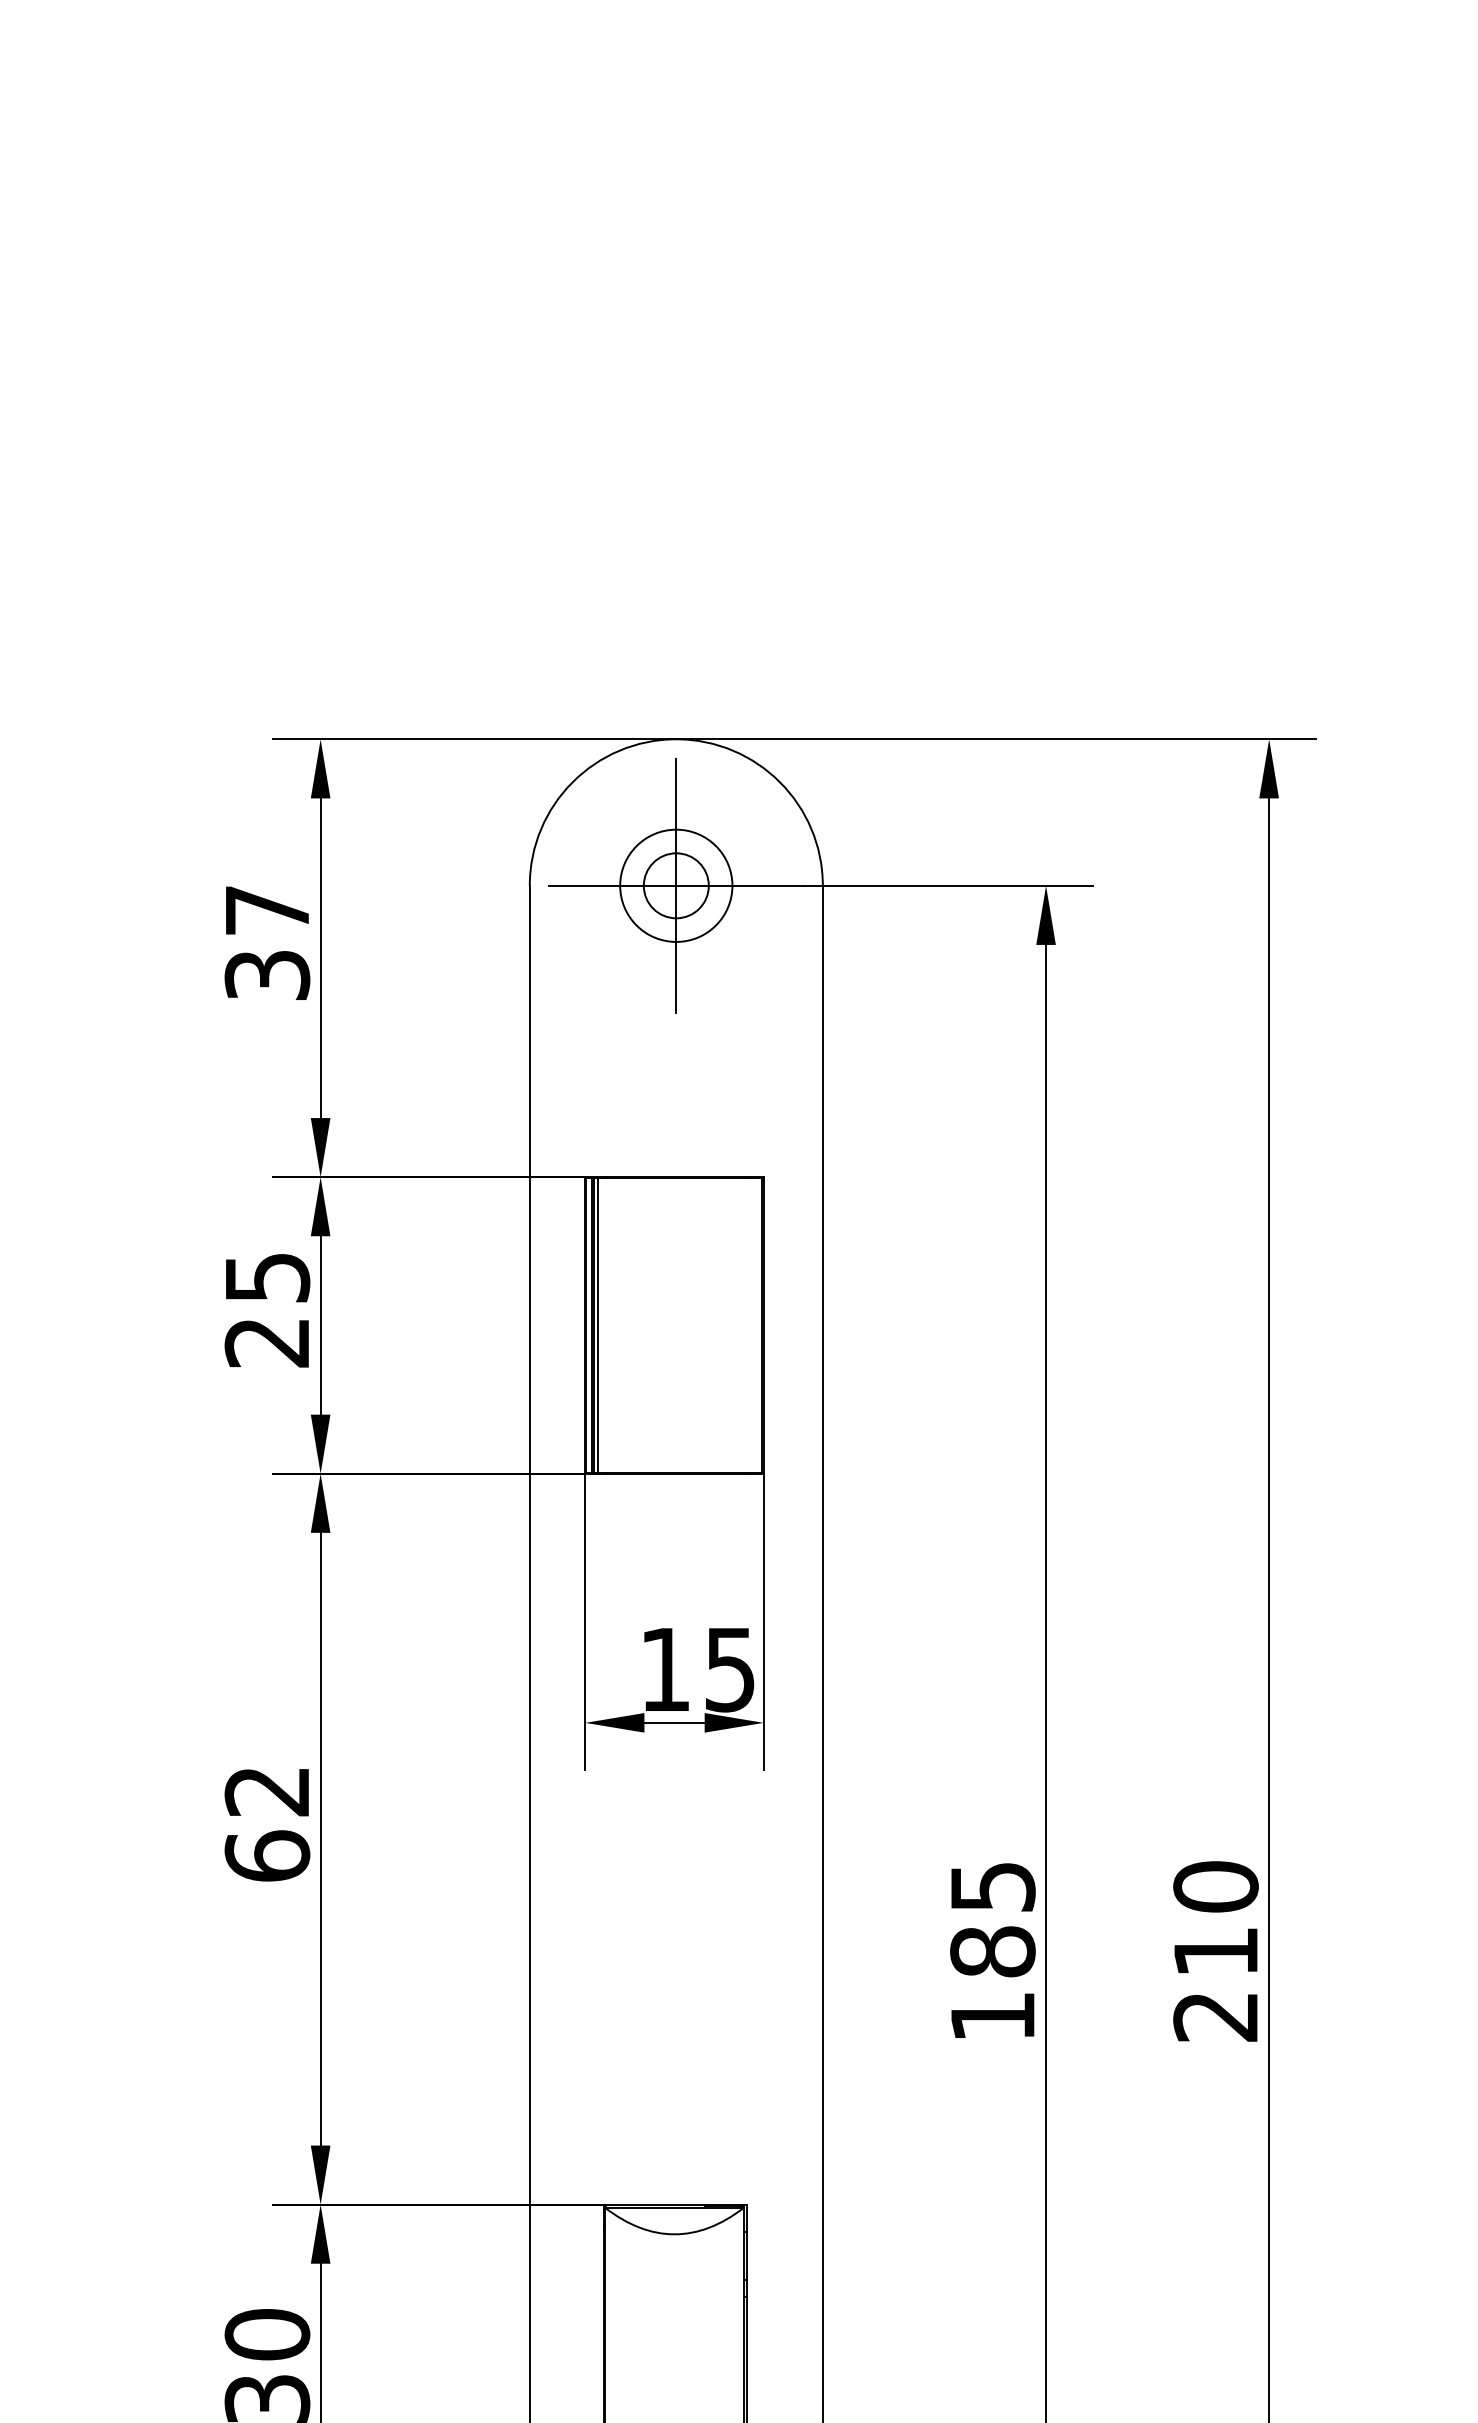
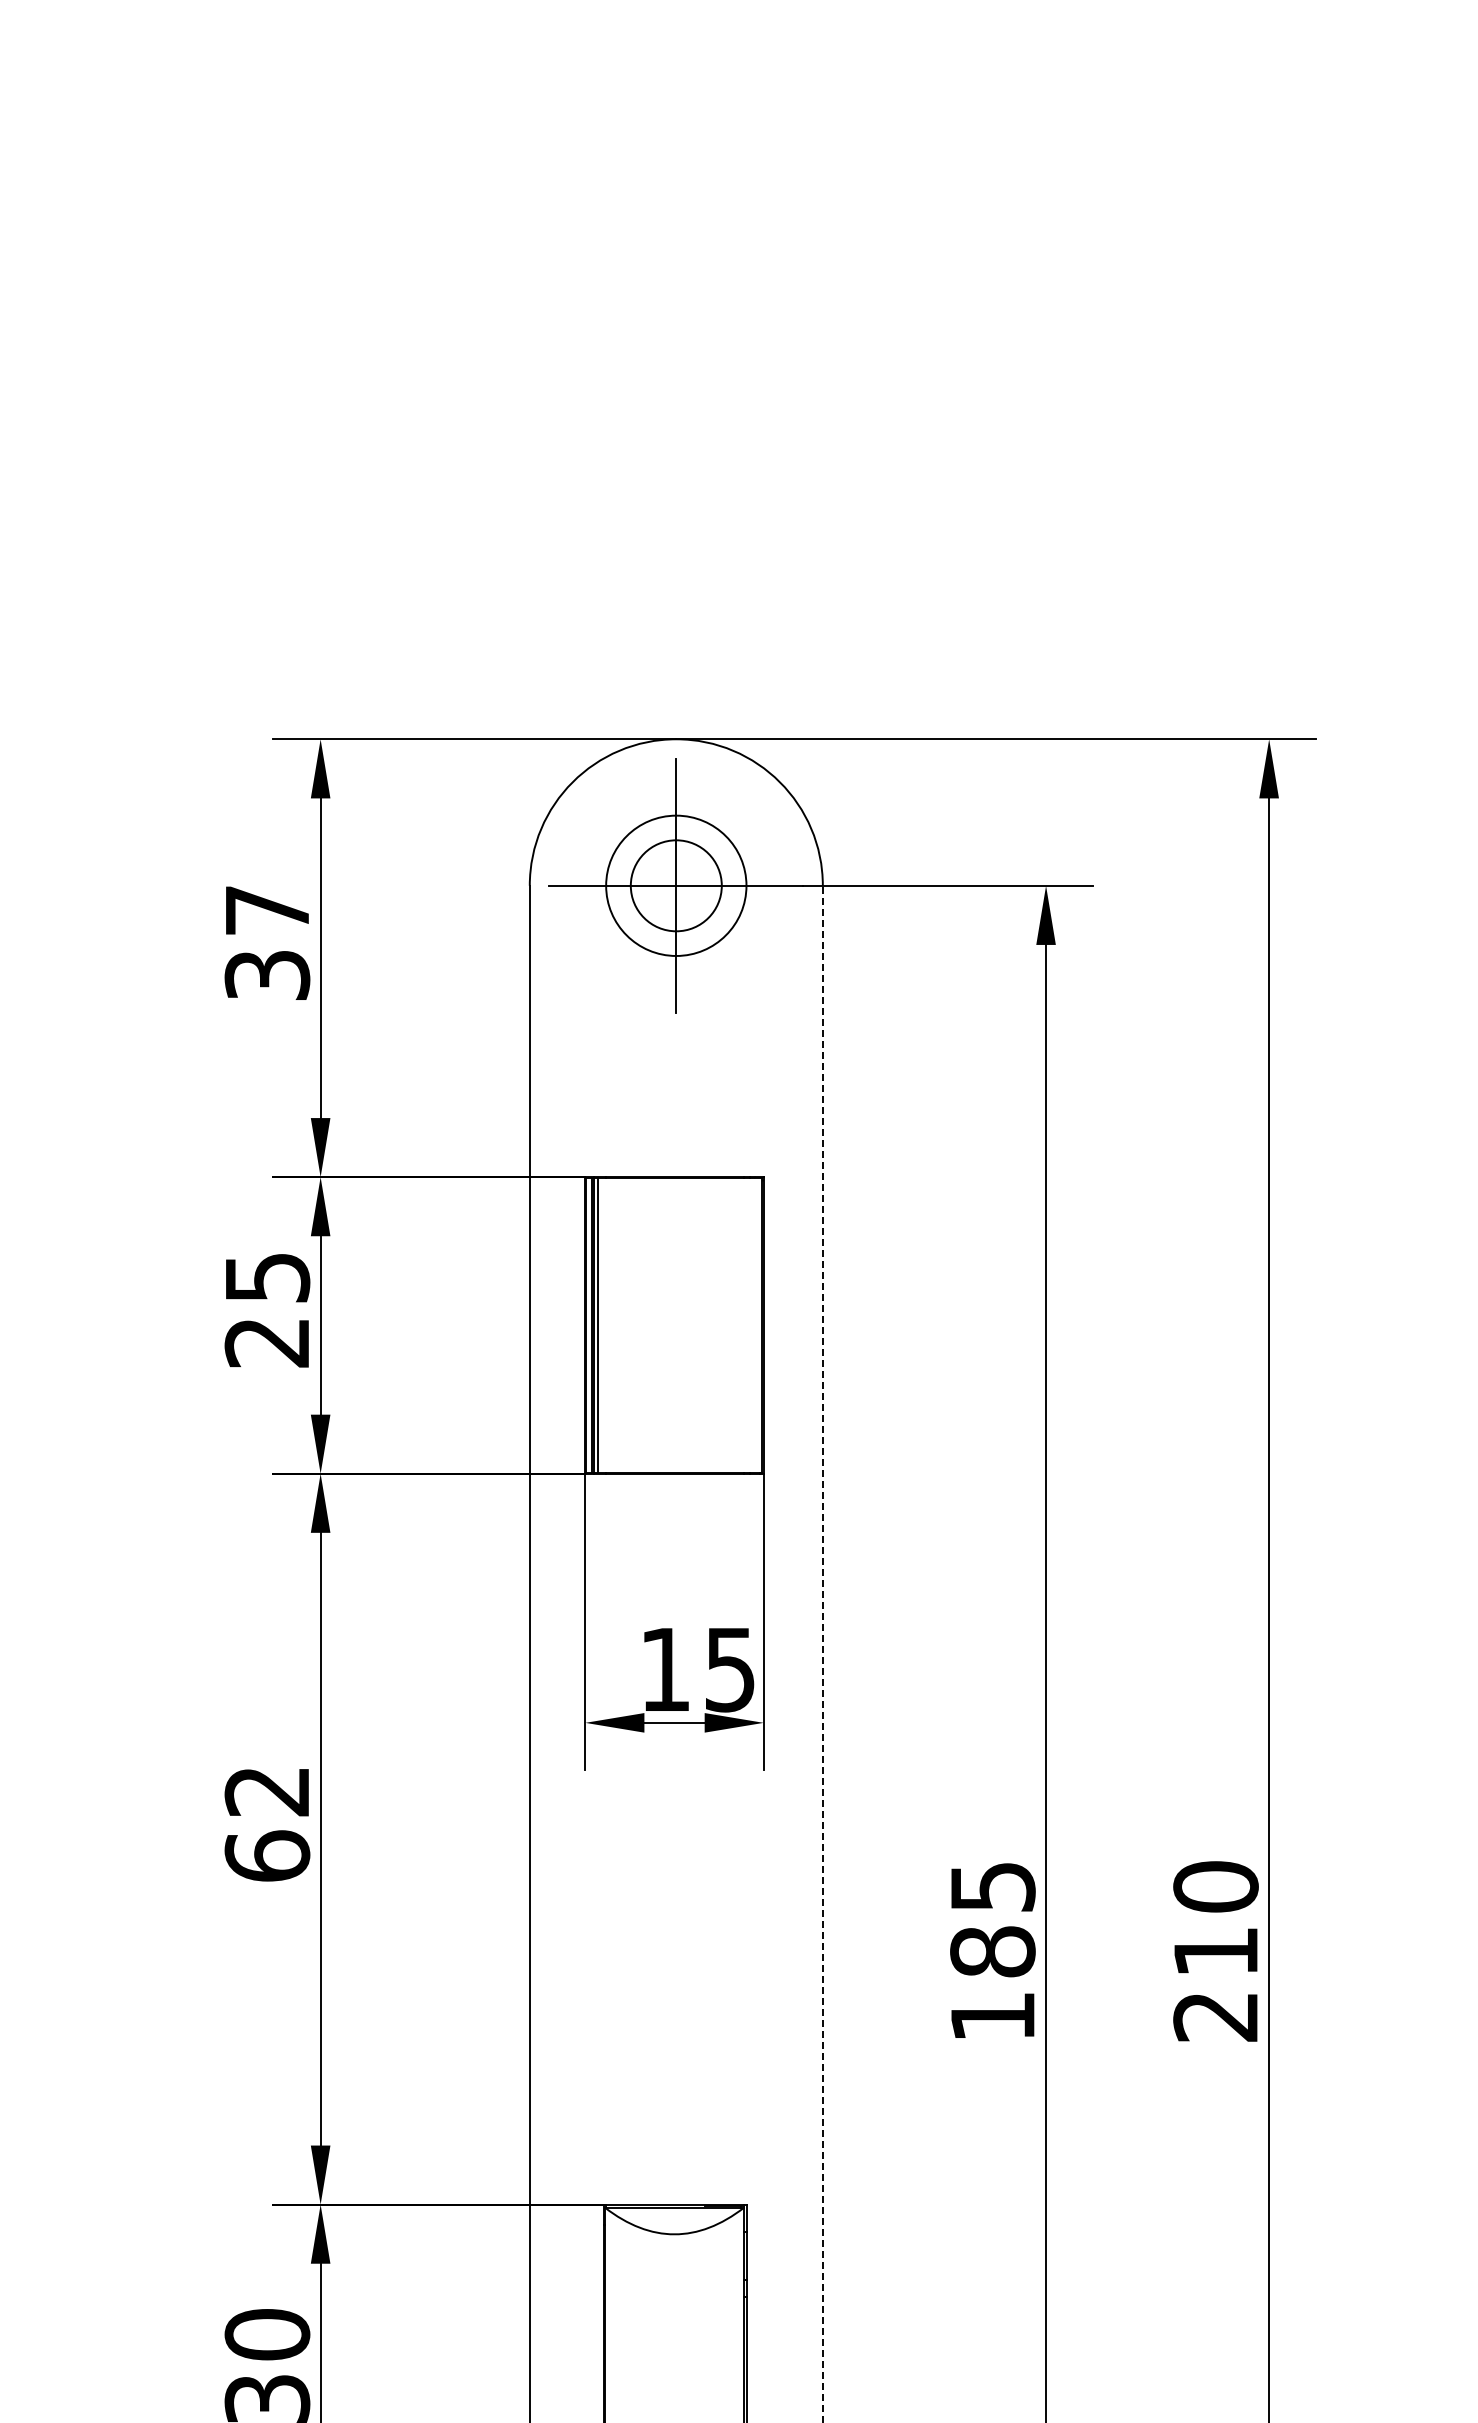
circle at (675, 885) diameter: 65 px -> 91 px
circle at (676, 885) diameter: 112 px -> 140 px
line at (822, 1653): solid -> dashed
